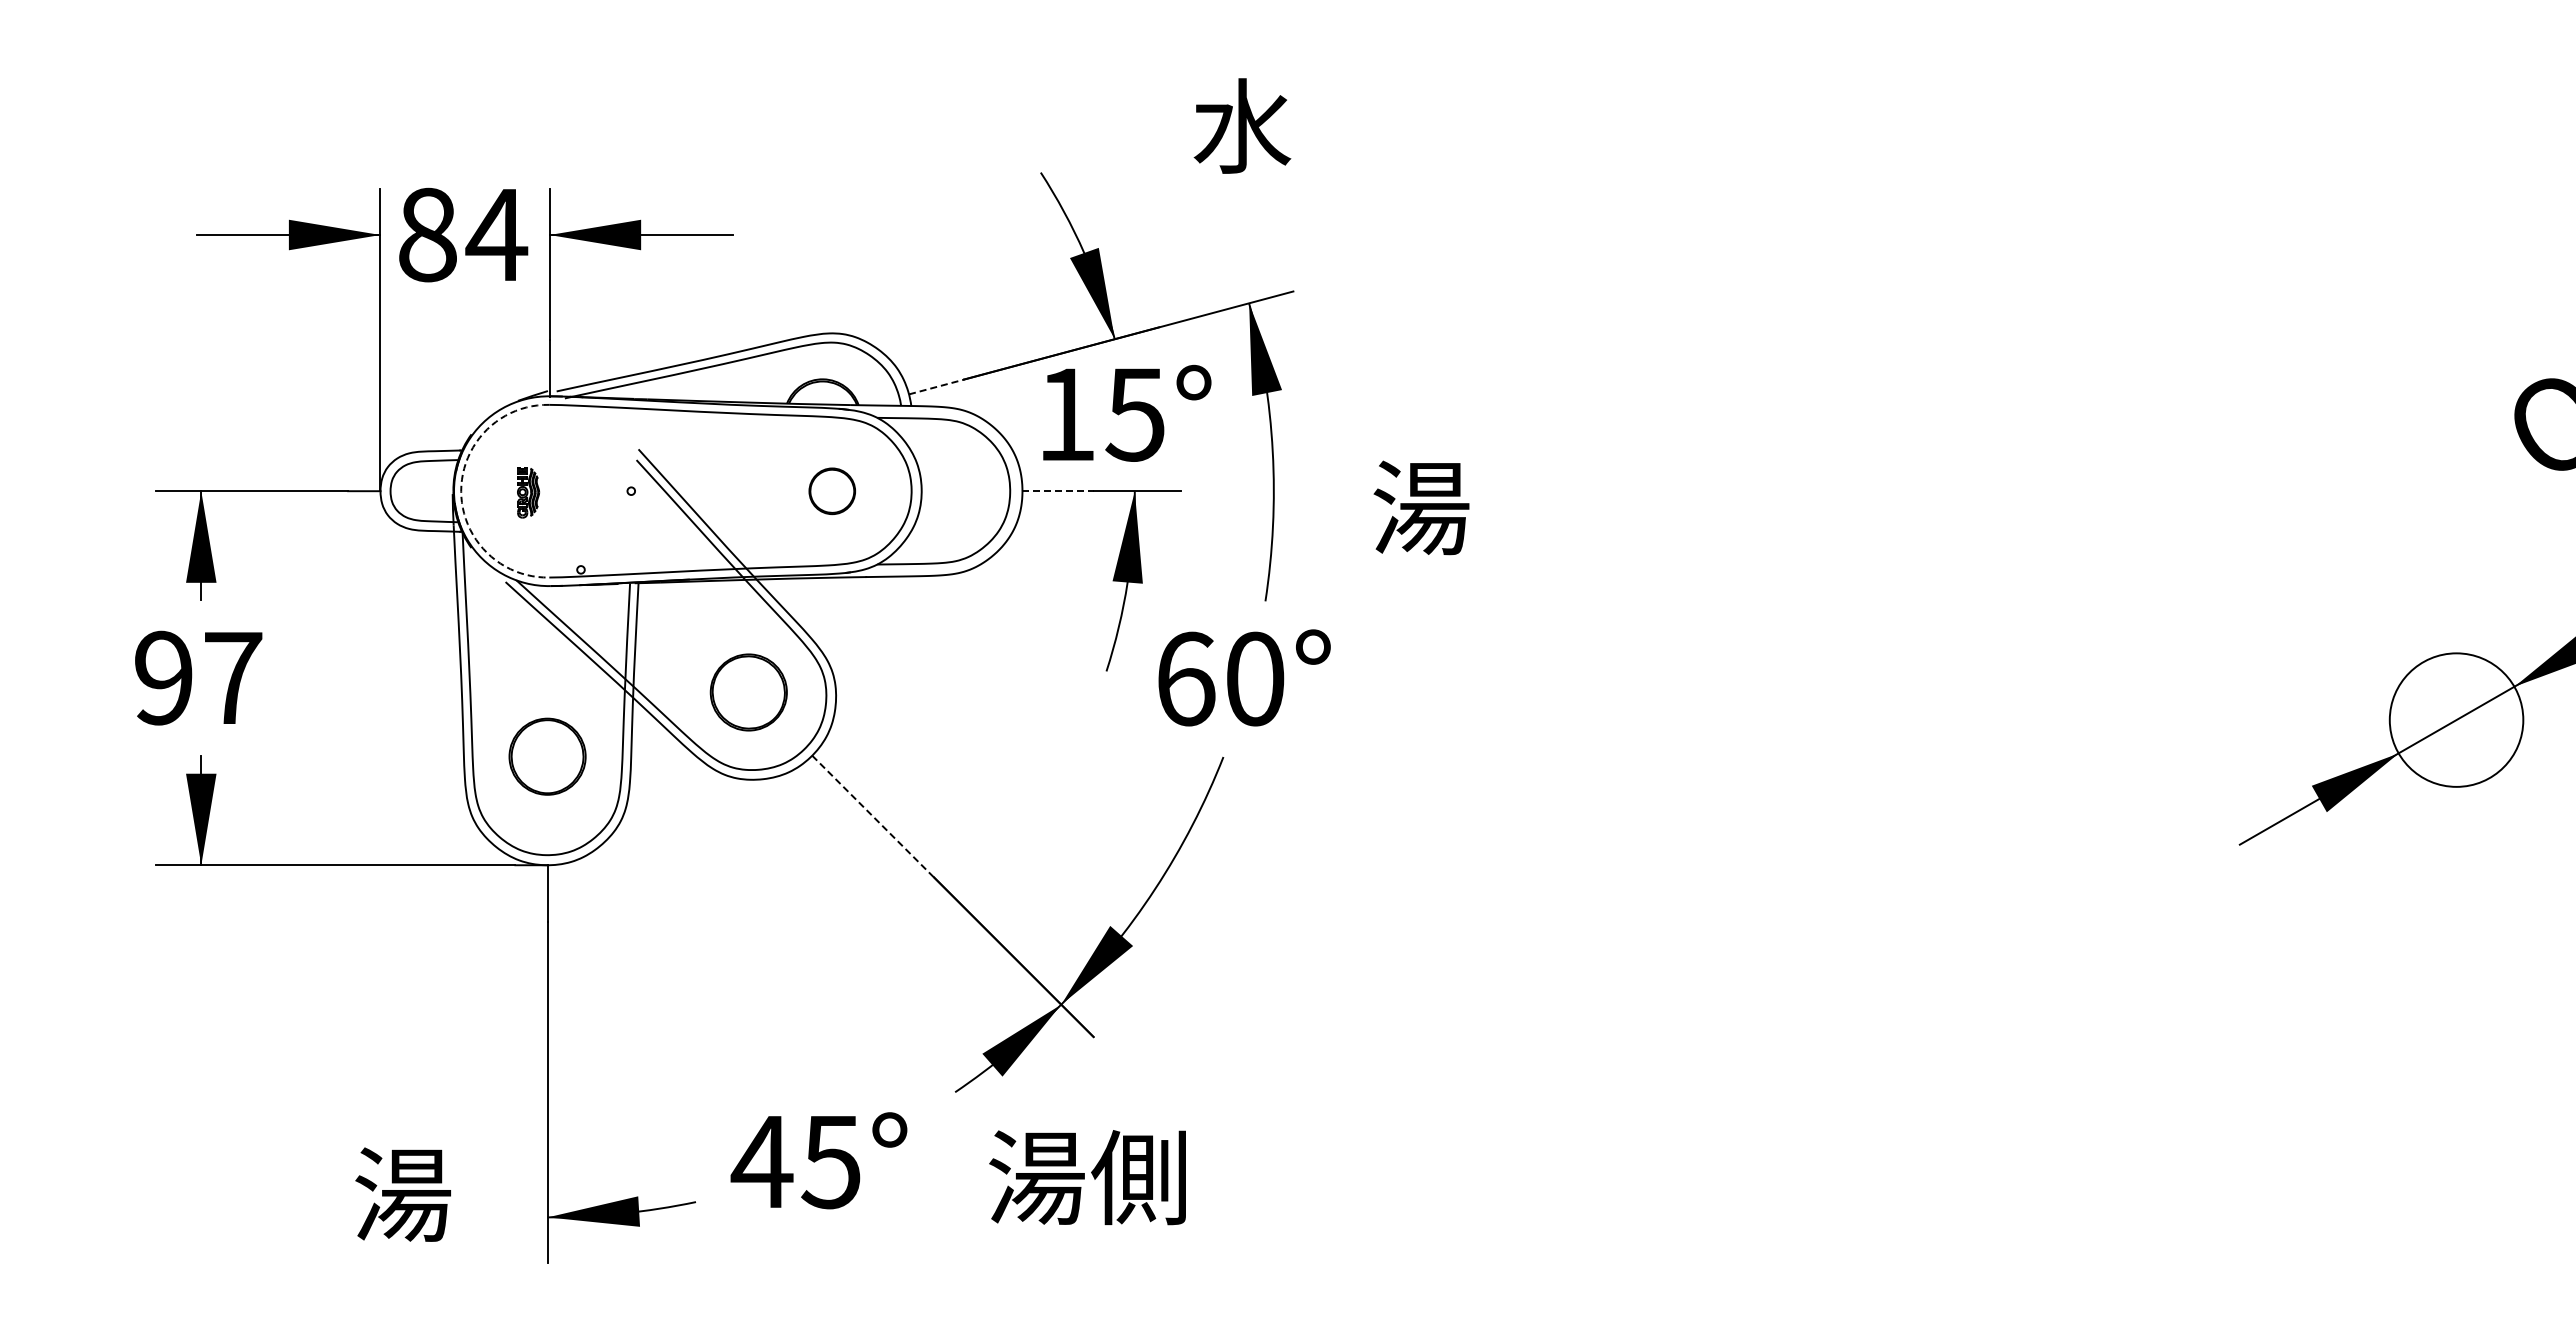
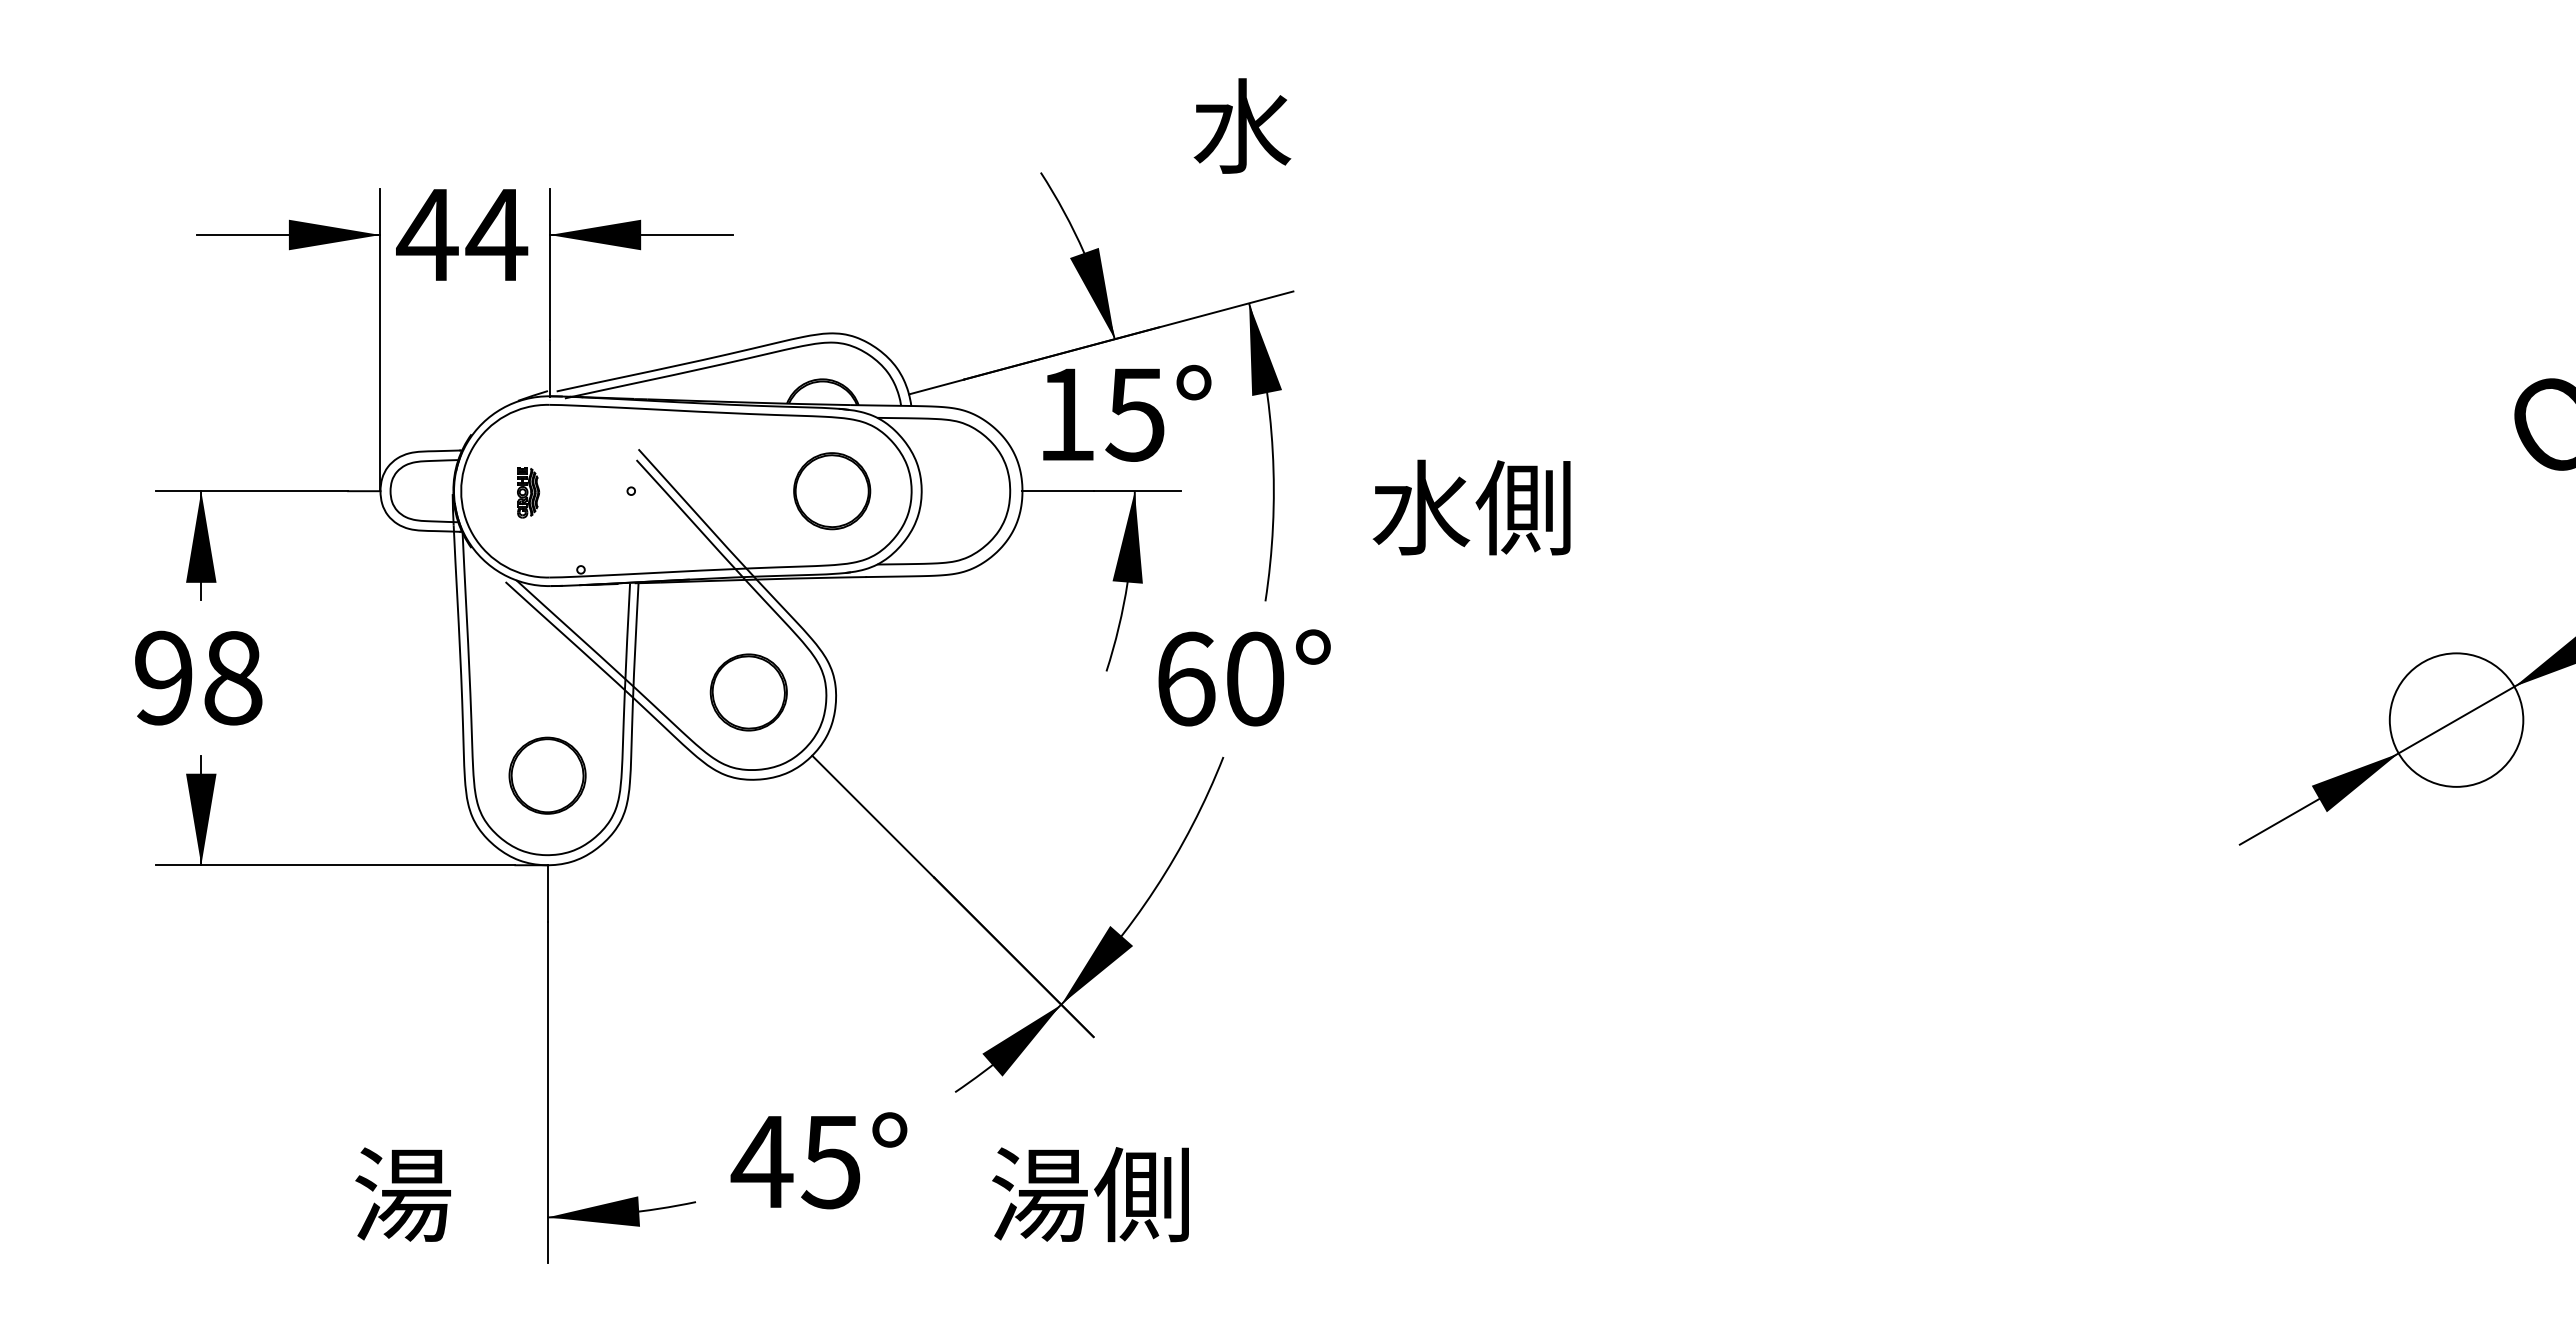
text at (427, 234): 84 -> 44
line at (936, 387): dashed -> solid
arc at (461, 491): dashed -> solid
part at (831, 491) size: 48x49 px -> 79x79 px
line at (1058, 491): dashed -> solid
text at (1471, 507): 湯 -> 水側
text at (233, 678): 97 -> 98
part at (547, 756) position: (547, 756) -> (547, 775)
line at (873, 817): dashed -> solid
text at (1087, 1177) position: (1087, 1177) -> (1090, 1194)
